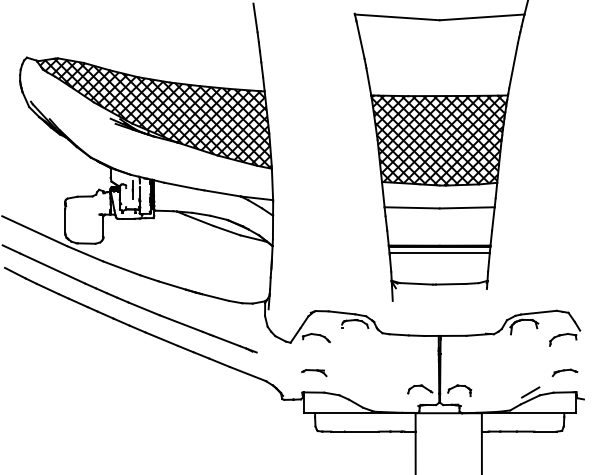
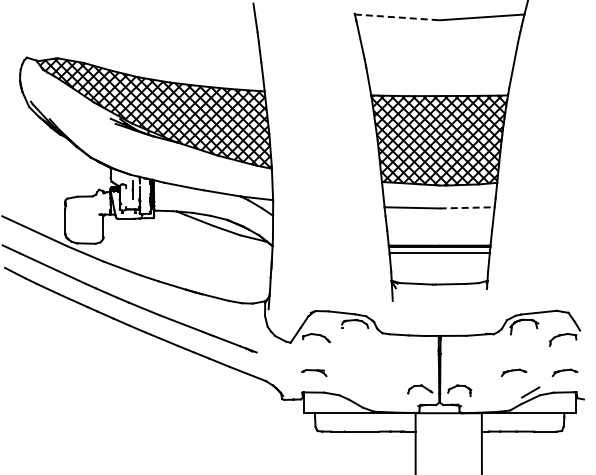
line at (397, 17): solid -> dashed
line at (467, 207): solid -> dashed
part at (513, 372): none -> present
